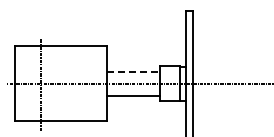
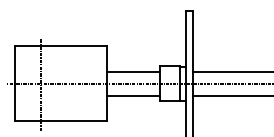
line at (133, 71): dashed -> solid
line at (231, 71): none -> present
line at (231, 96): none -> present
